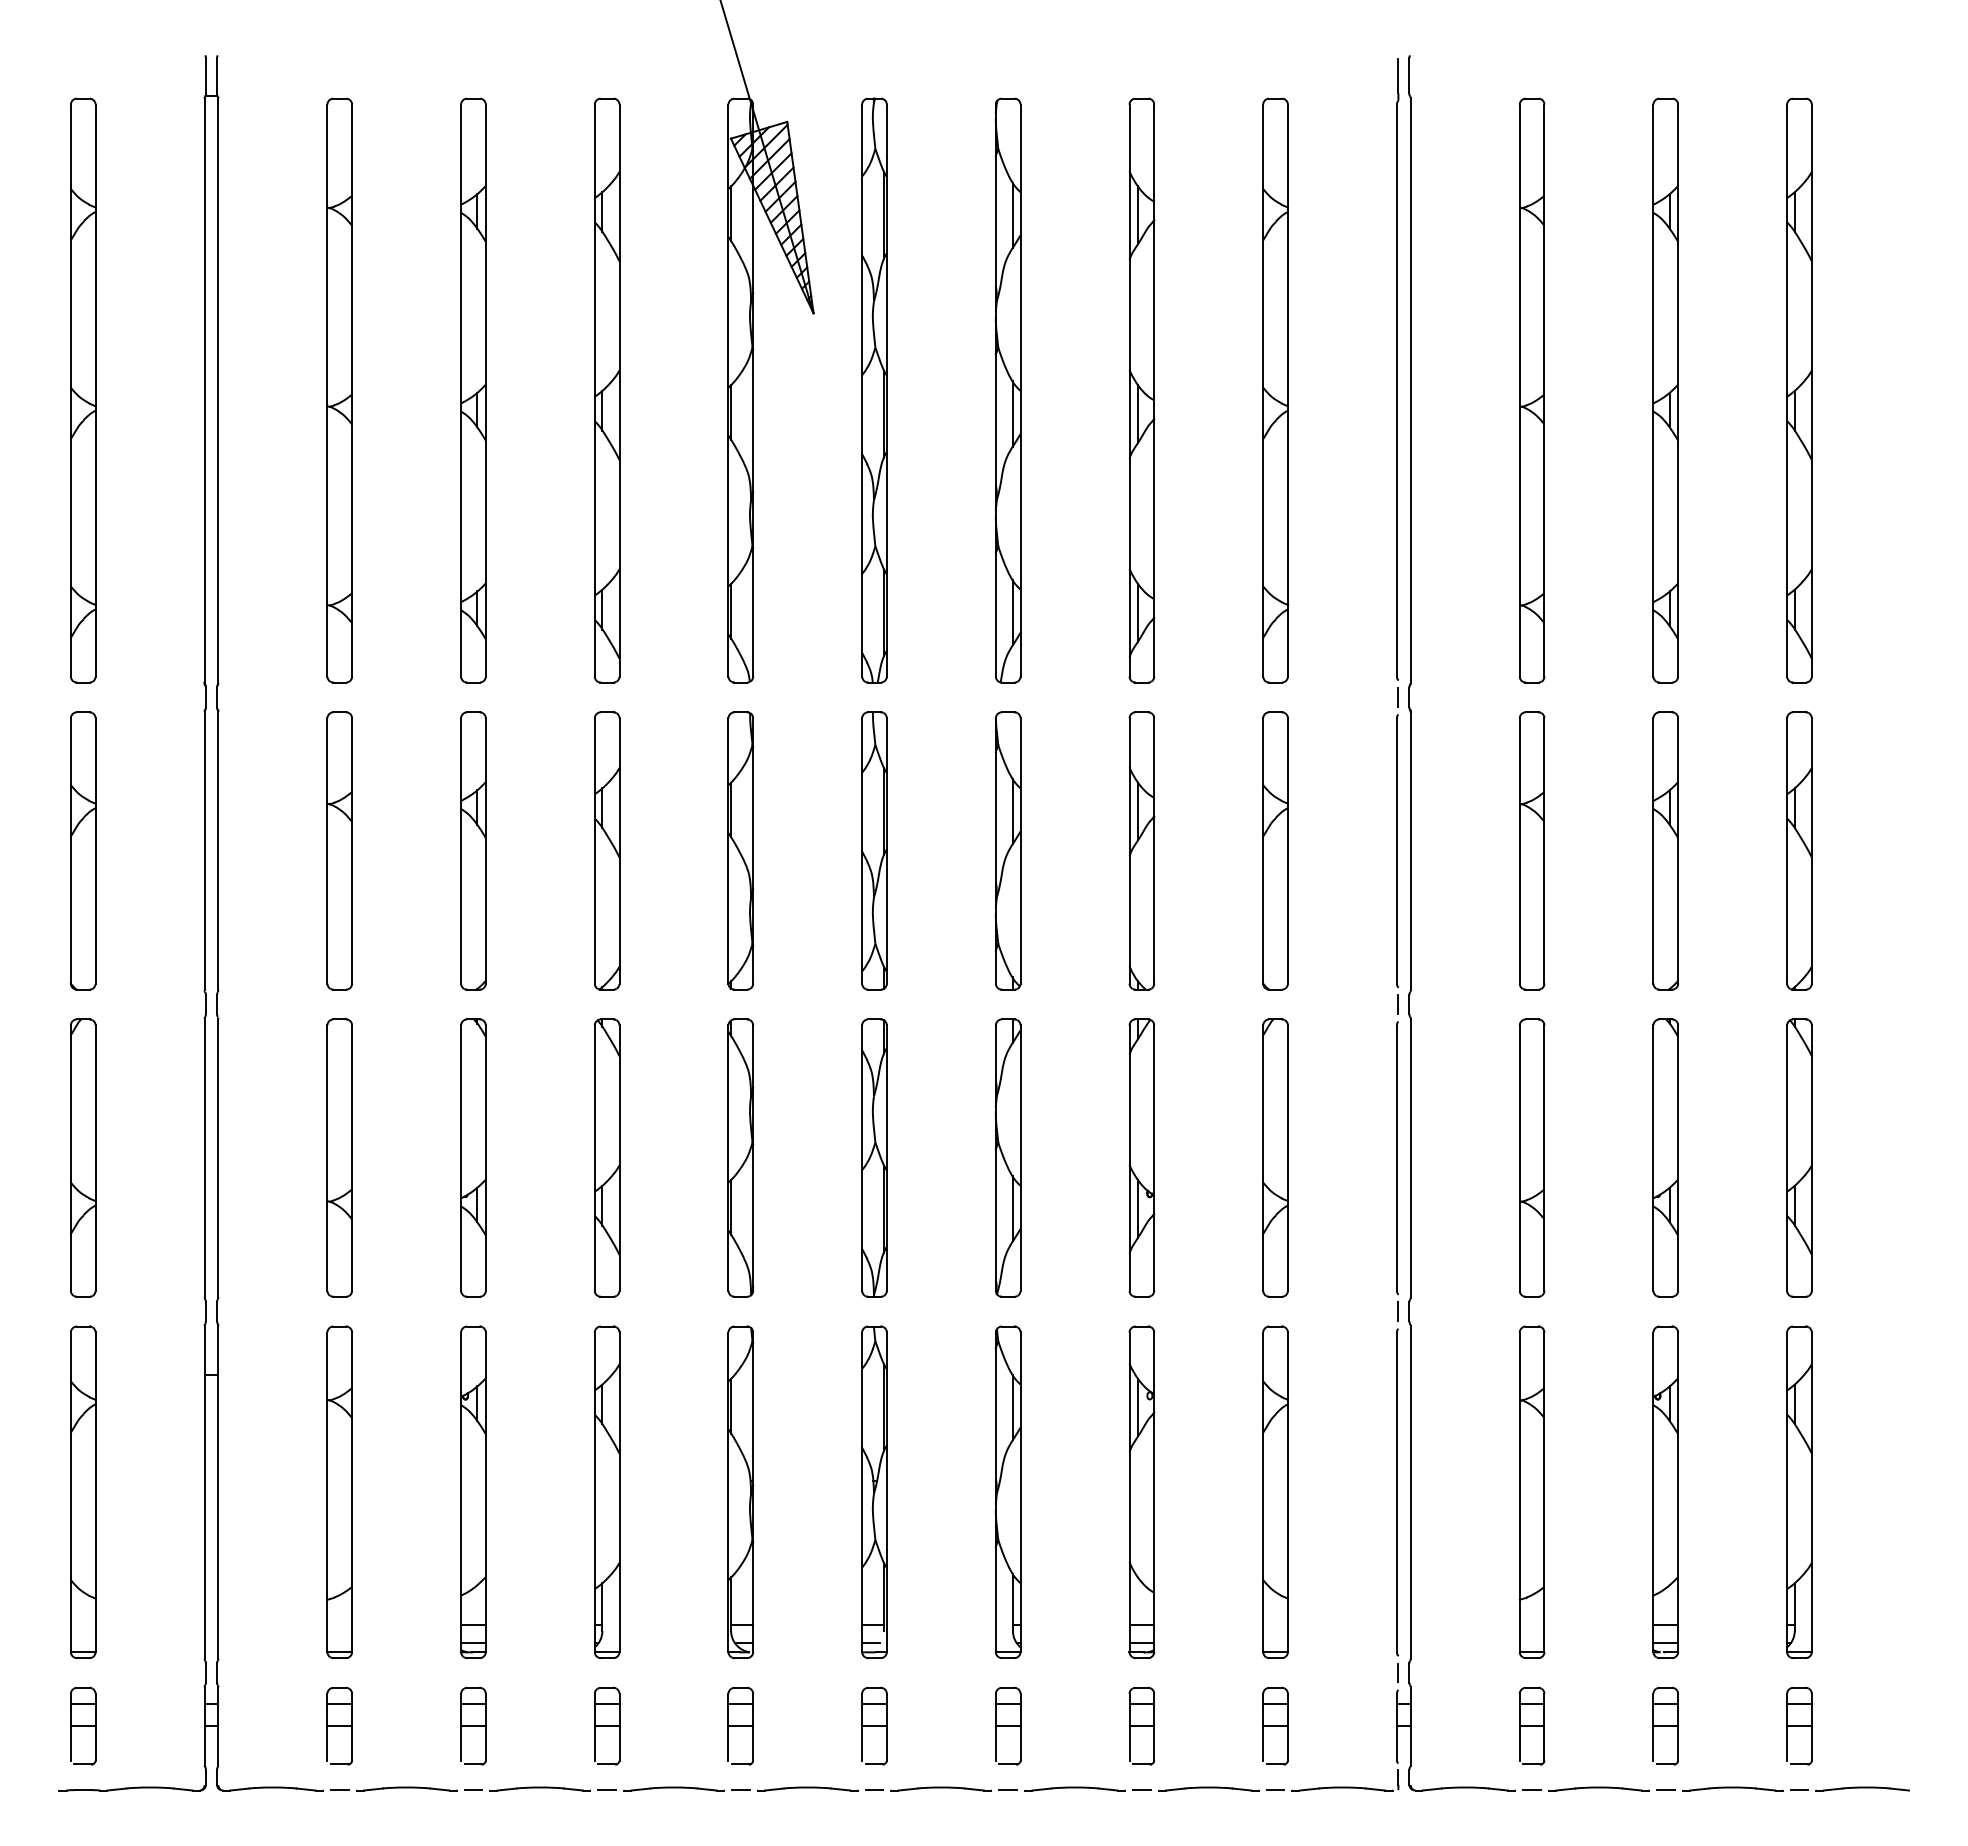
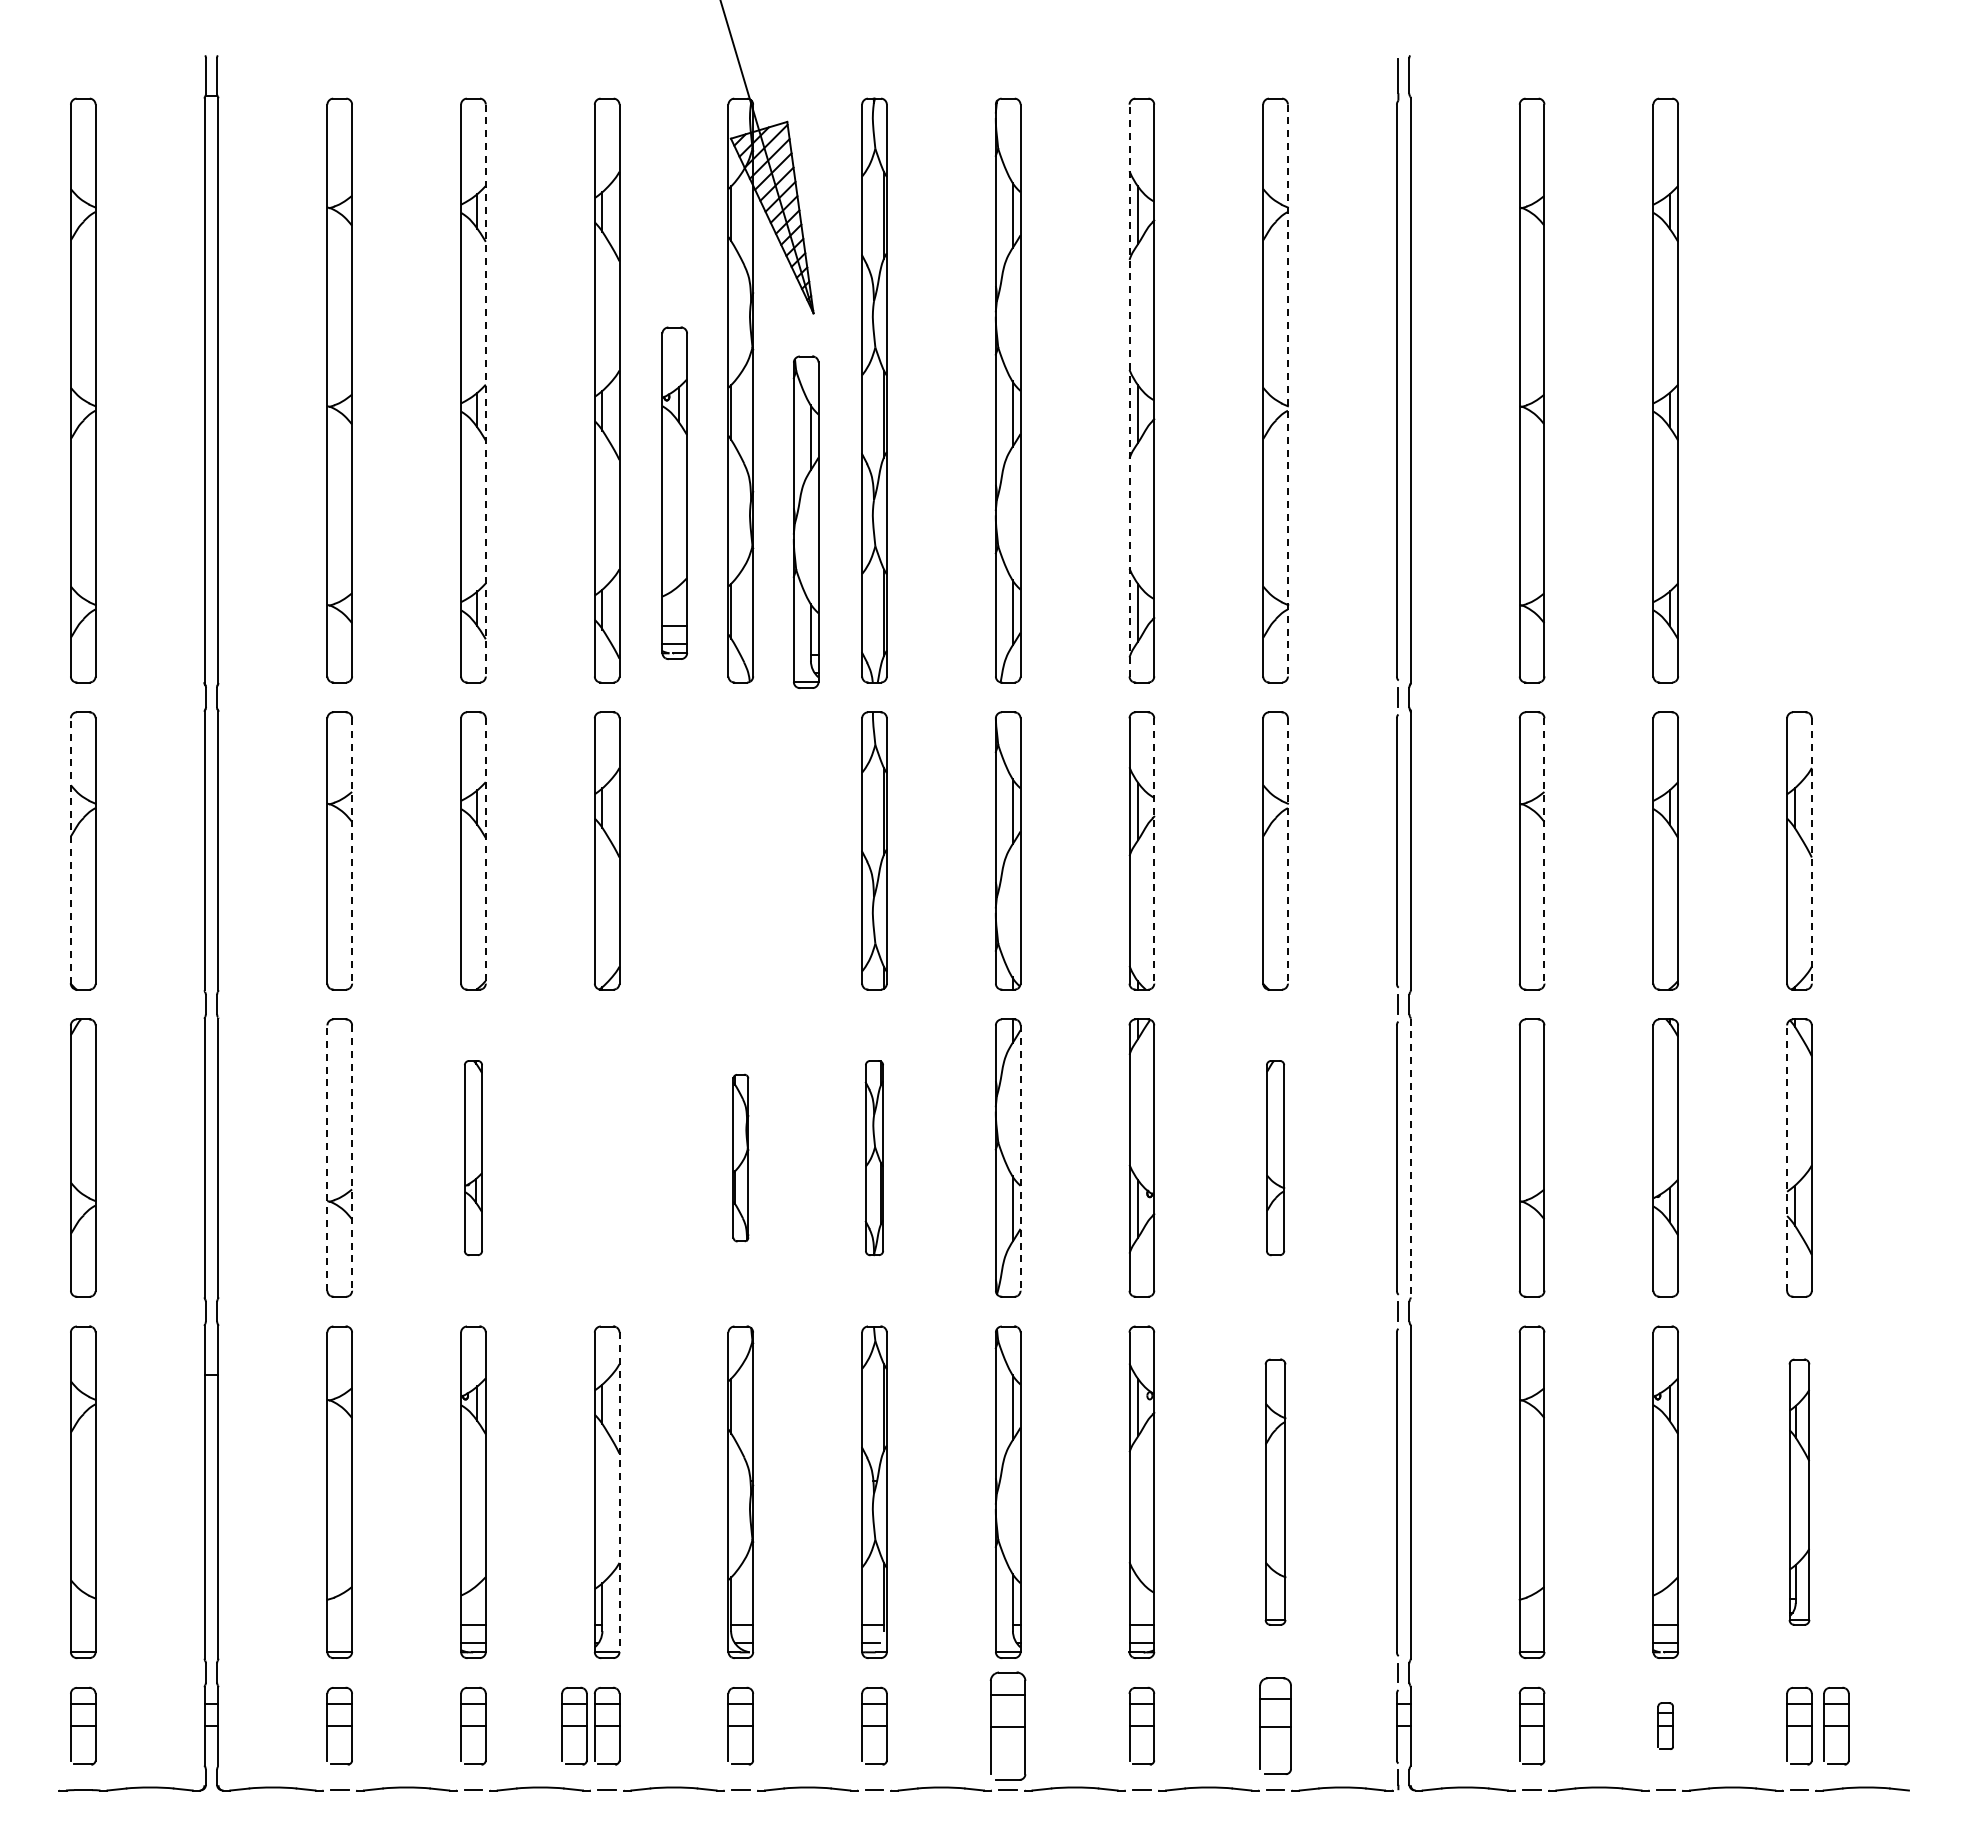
line at (1129, 390): solid -> dashed
part at (1799, 390): present -> none
line at (485, 391): solid -> dashed
line at (1287, 391): solid -> dashed
part at (674, 492): none -> present
part at (805, 521): none -> present
line at (352, 850): solid -> dashed
line at (485, 850): solid -> dashed
part at (740, 850): present -> none
line at (1154, 850): solid -> dashed
line at (1287, 850): solid -> dashed
line at (1544, 850): solid -> dashed
line at (1811, 850): solid -> dashed
line at (70, 851): solid -> dashed
part at (473, 1157) size: 27x280 px -> 19x197 px
part at (607, 1157): present -> none
part at (740, 1157) size: 28x280 px -> 18x170 px
part at (874, 1157) size: 27x280 px -> 20x197 px
part at (1275, 1157) size: 27x280 px -> 20x197 px
line at (327, 1158): solid -> dashed
line at (352, 1158): solid -> dashed
line at (1020, 1158): solid -> dashed
line at (1410, 1158): solid -> dashed
line at (1787, 1158): solid -> dashed
part at (1275, 1491) size: 27x334 px -> 23x268 px
part at (1799, 1491) size: 27x334 px -> 23x268 px
line at (619, 1492): solid -> dashed
part at (574, 1725): none -> present
part at (1008, 1725) size: 27x80 px -> 38x110 px
part at (1275, 1725) size: 27x80 px -> 33x98 px
part at (1665, 1725) size: 27x80 px -> 17x48 px
part at (1836, 1725): none -> present
